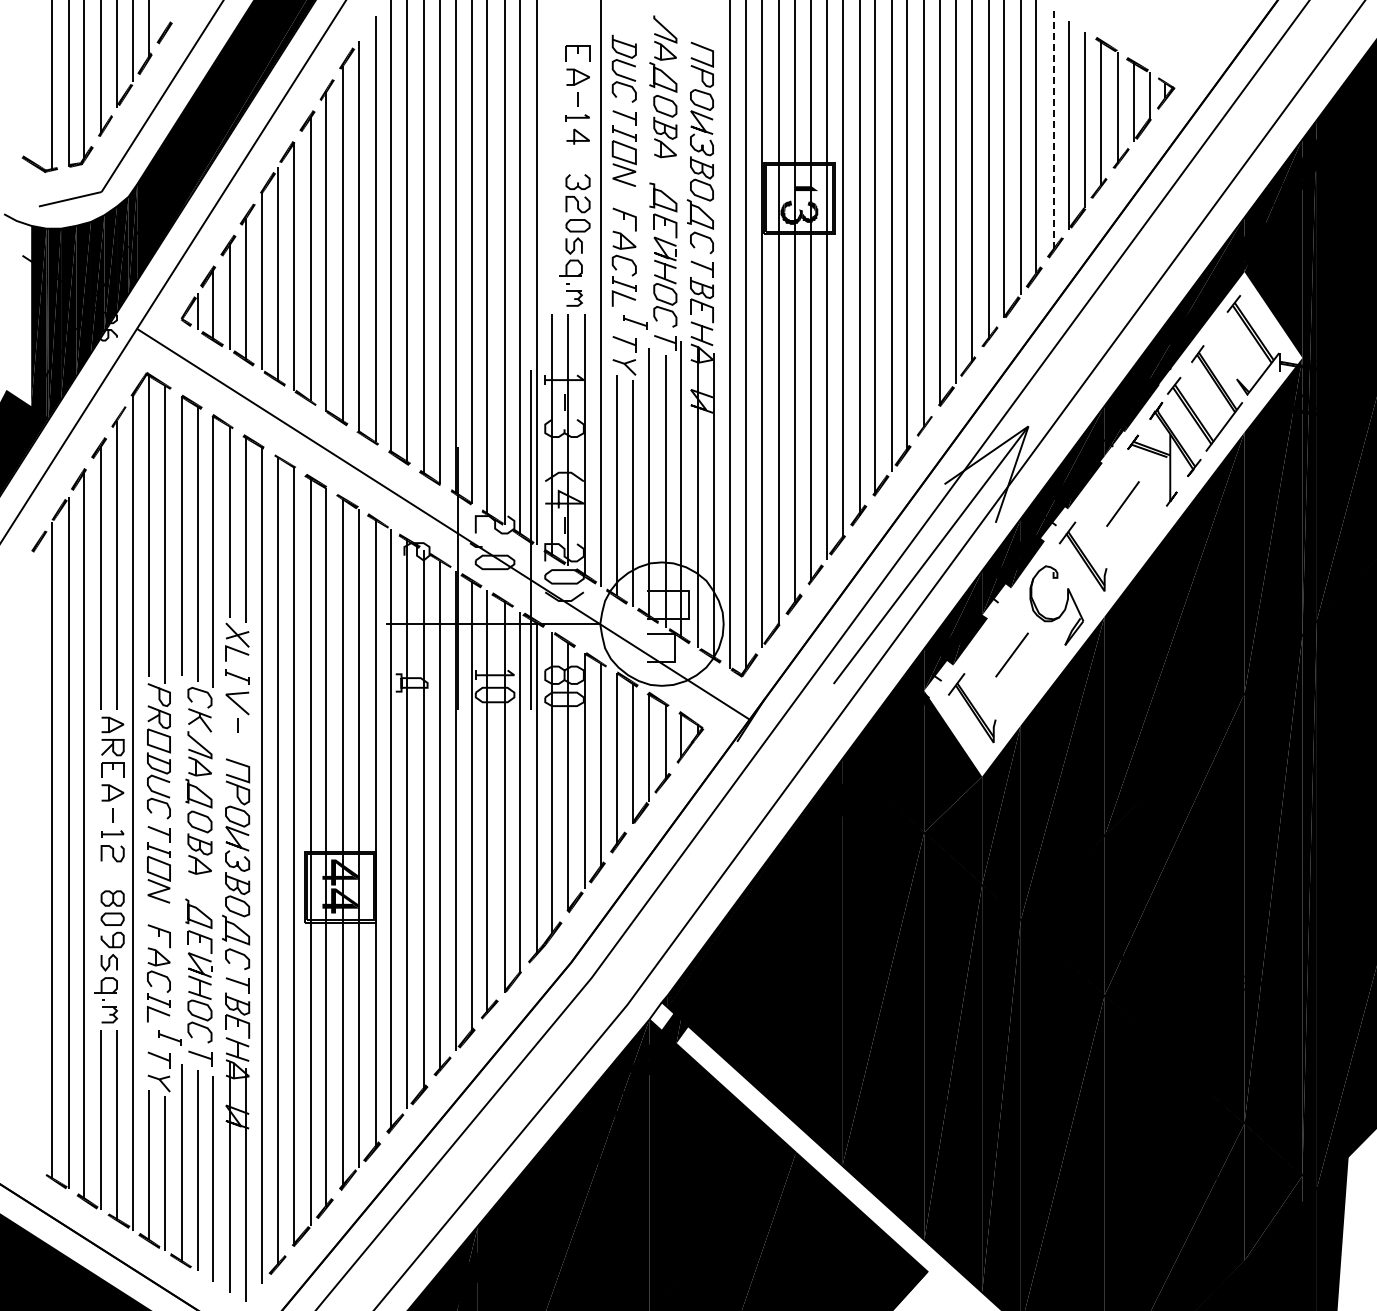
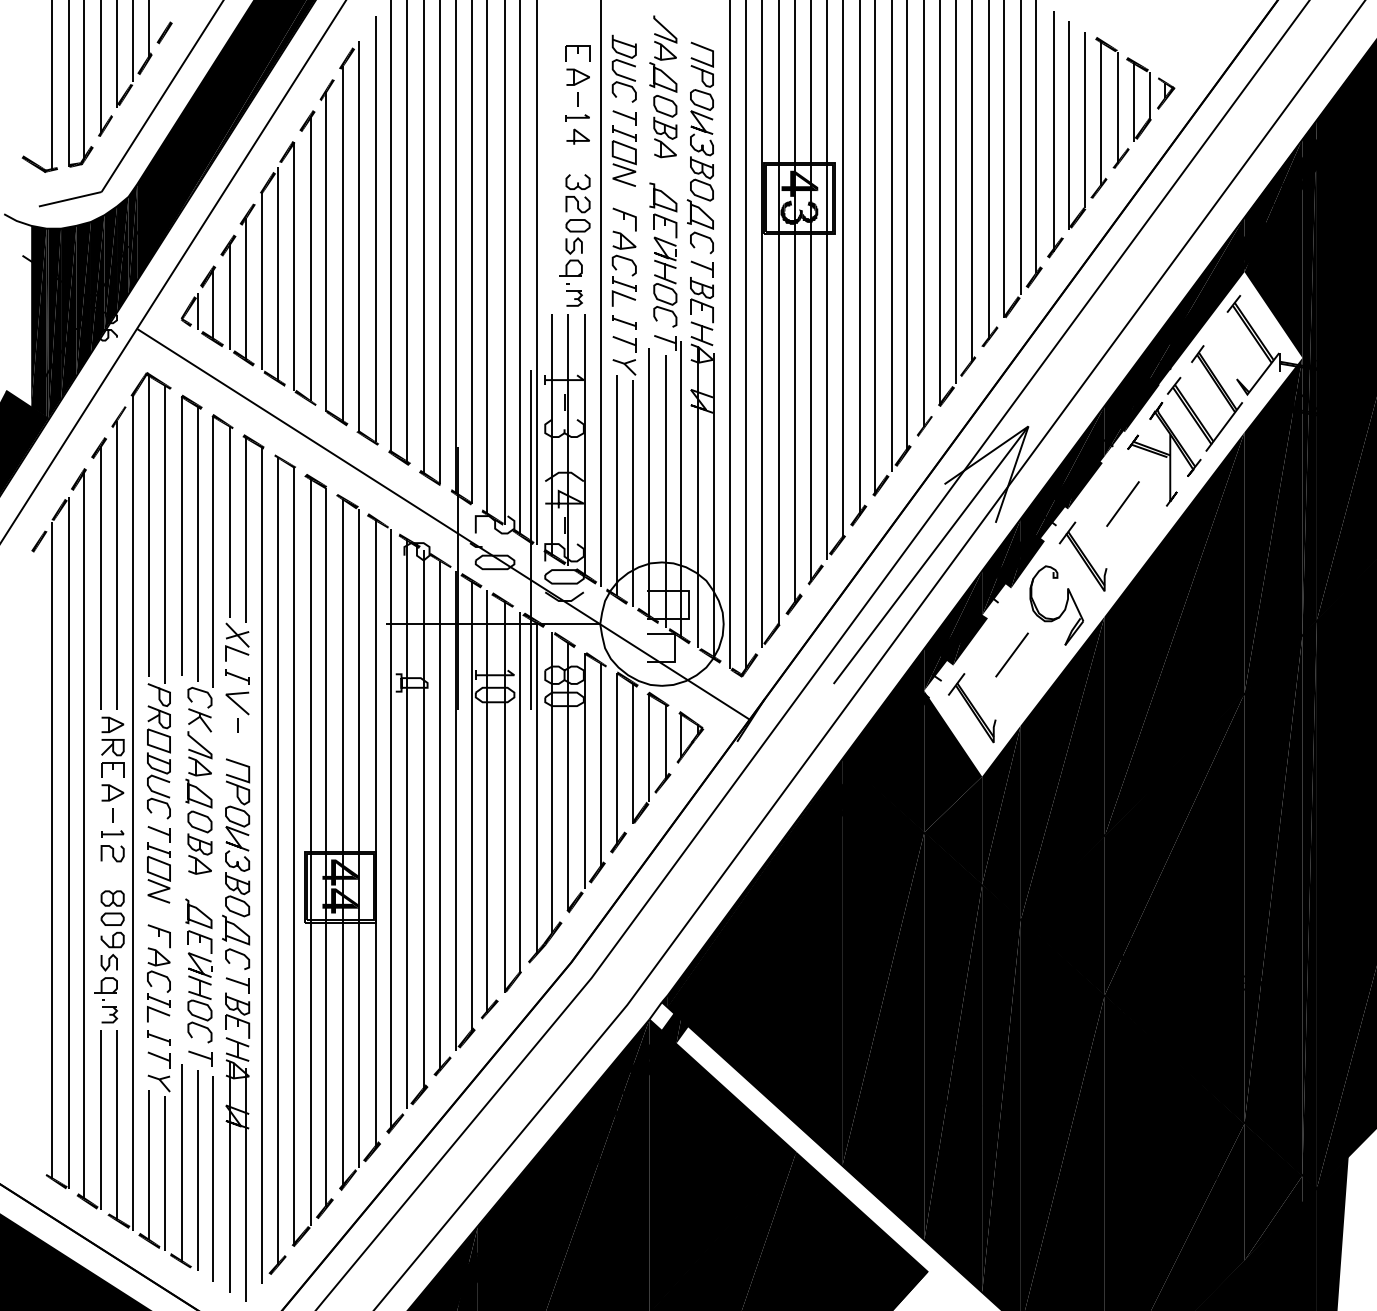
line at (1053, 131): dashed -> solid
fill at (799, 183): none -> present
part at (635, 322) position: (635, 322) -> (624, 322)
part at (169, 1037) position: (169, 1037) -> (158, 1037)
